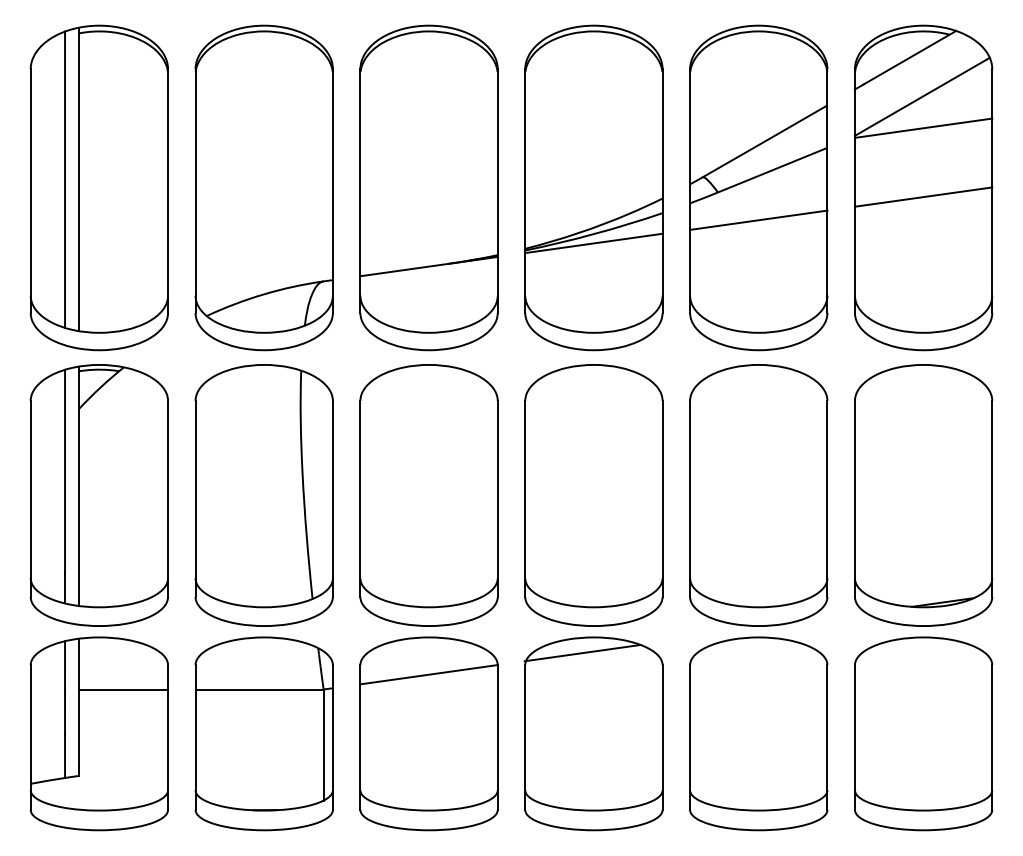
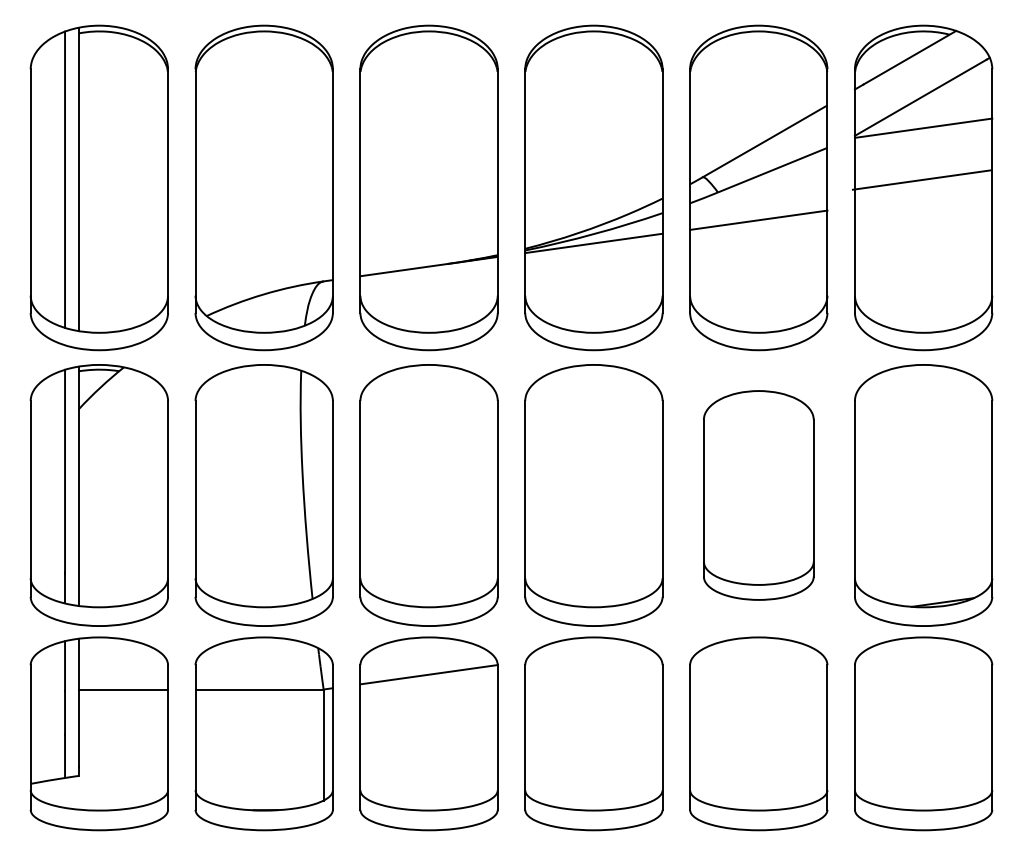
line at (923, 196) position: (923, 196) -> (921, 179)
part at (758, 495) size: 140x263 px -> 112x211 px
line at (582, 652): present -> none
